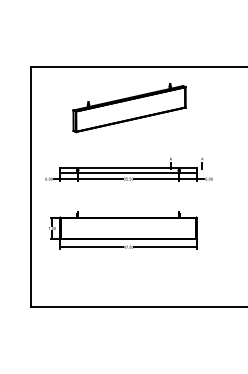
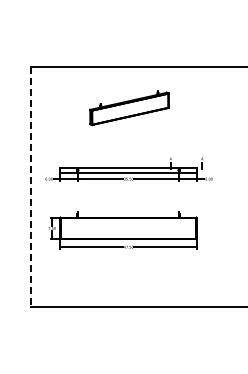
part at (129, 108) size: 115x51 px -> 81x37 px
line at (31, 187): solid -> dashed
